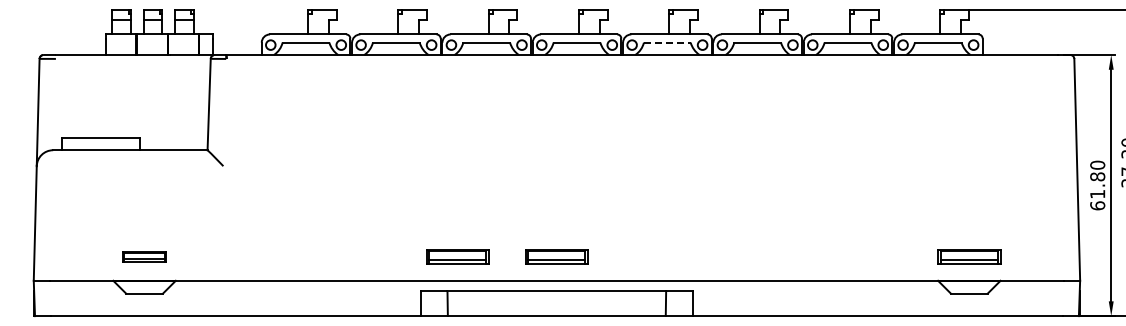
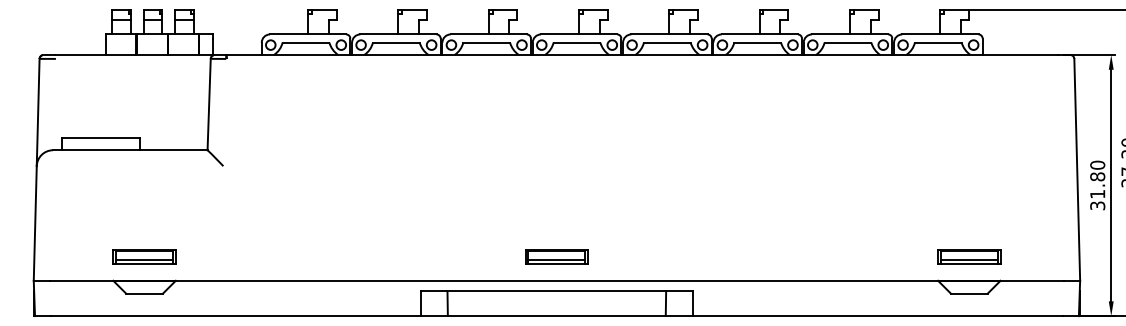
line at (667, 42): dashed -> solid
text at (1097, 205): 61.80 -> 31.80
part at (144, 256) size: 45x12 px -> 65x16 px
part at (457, 256): present -> none
